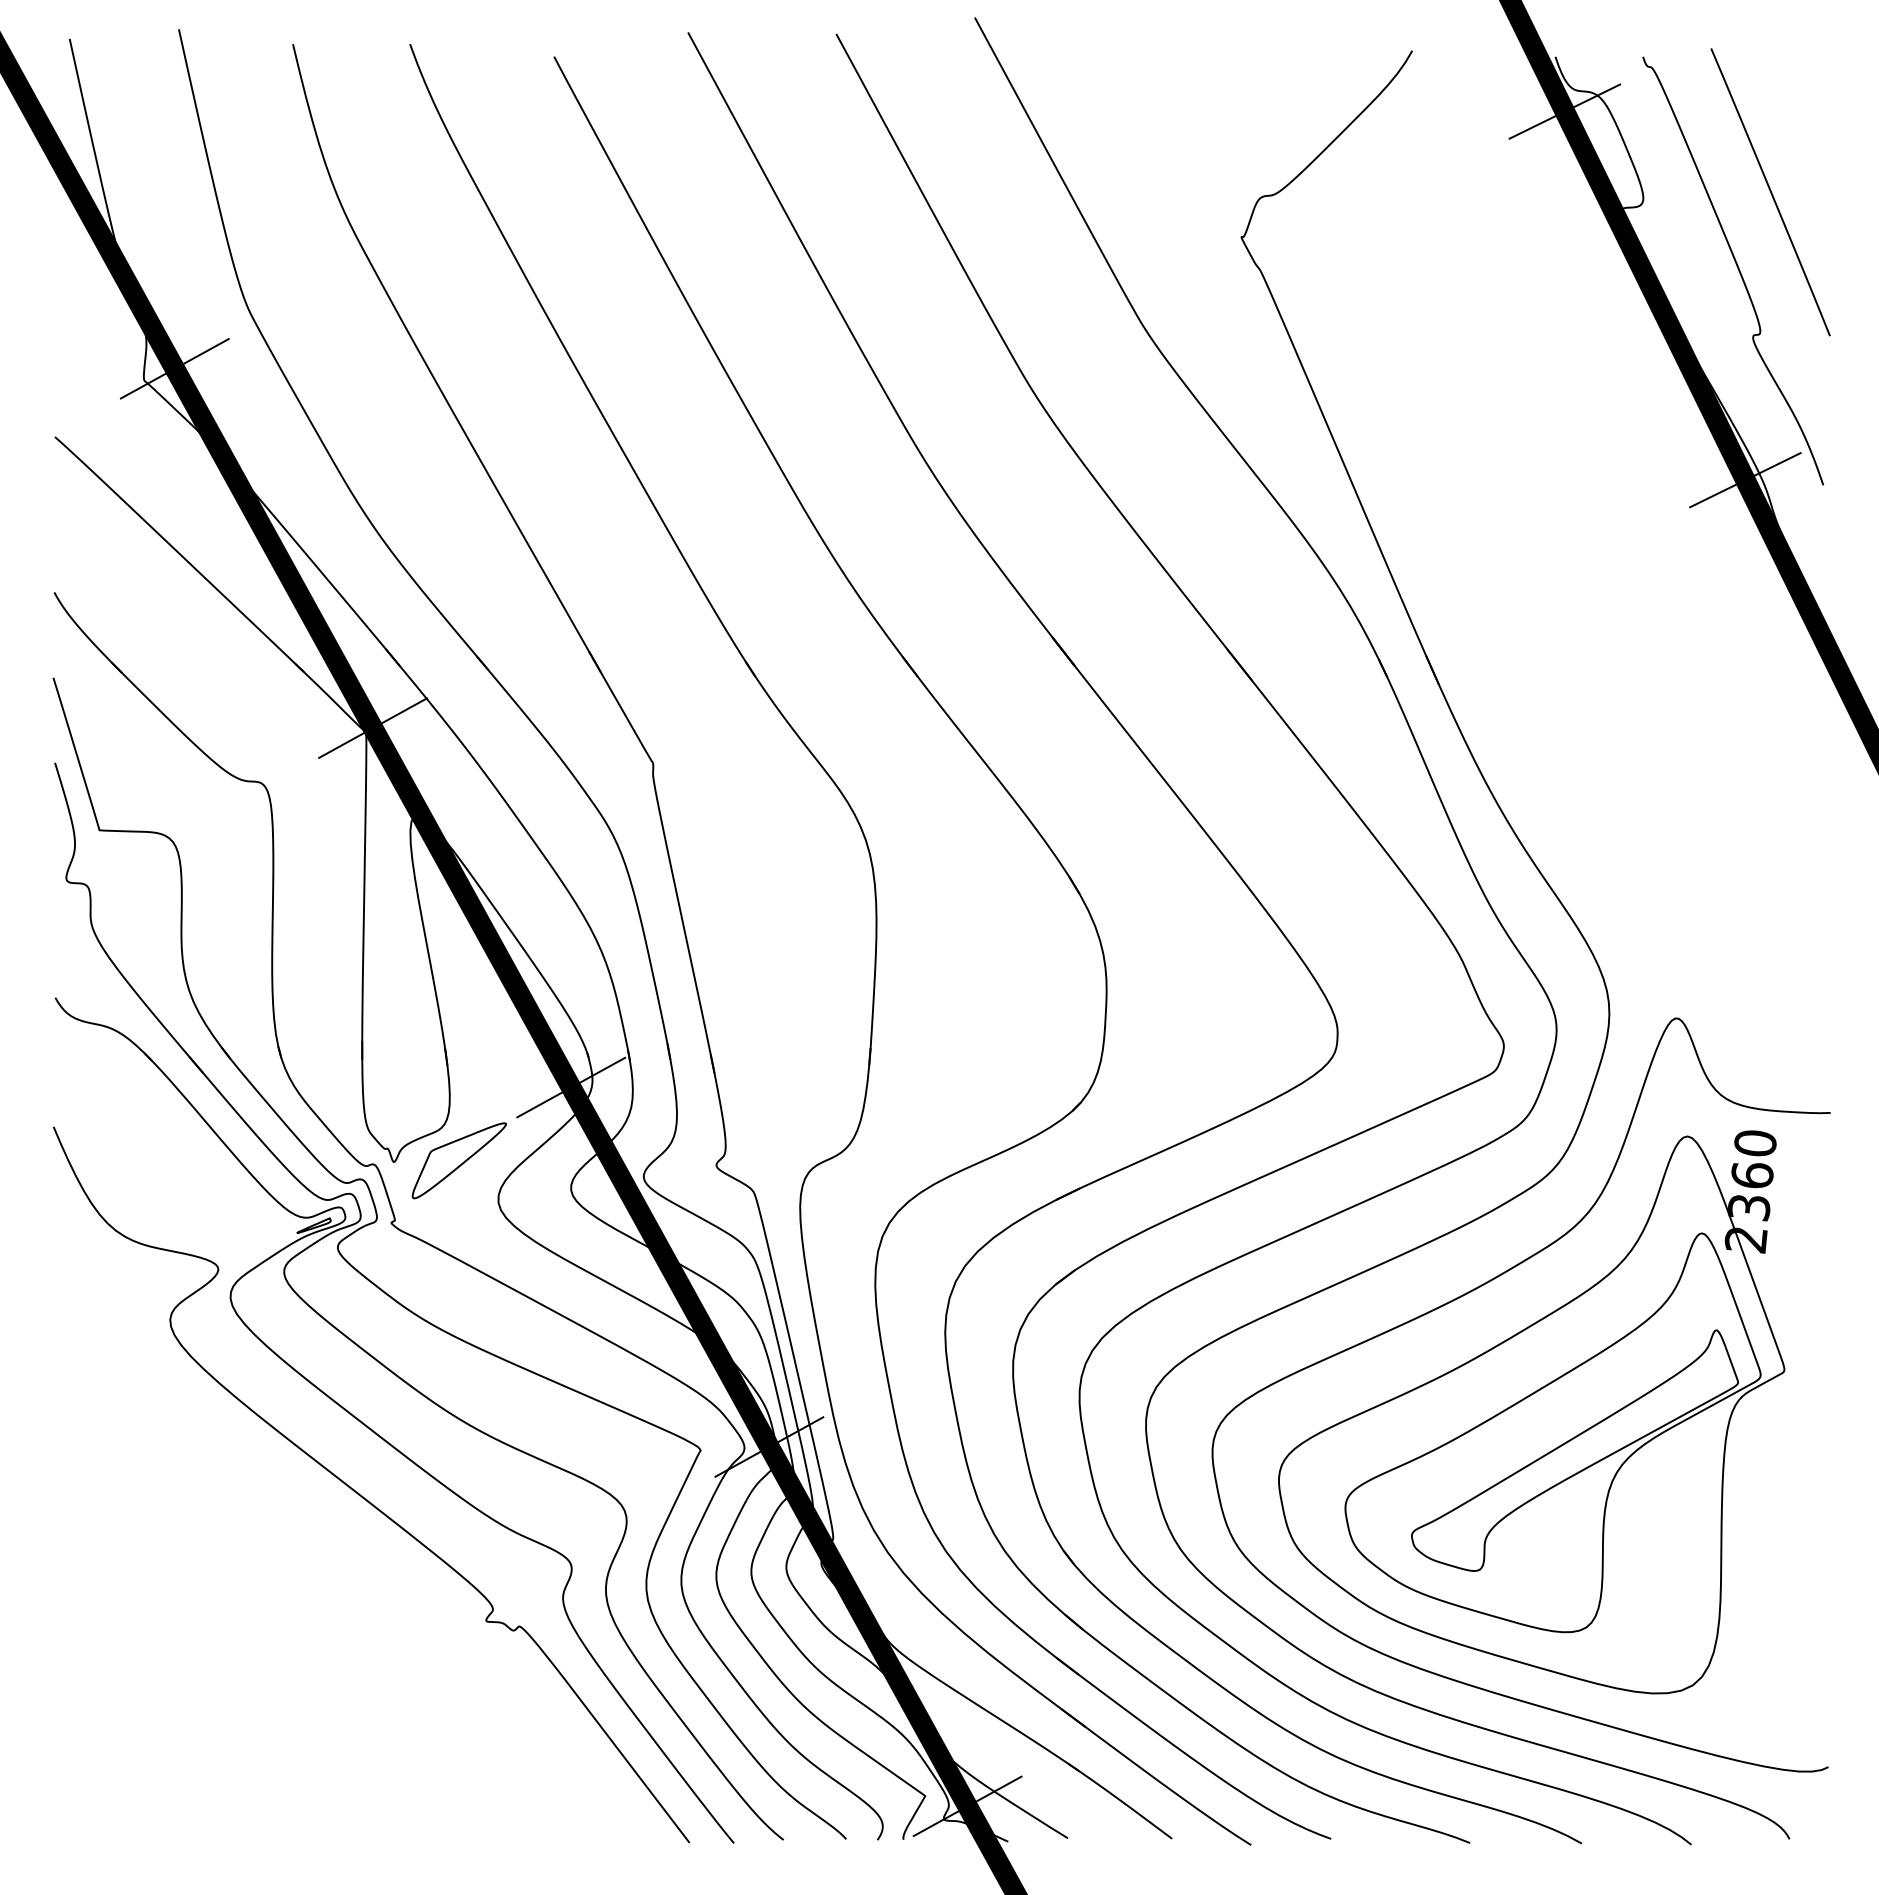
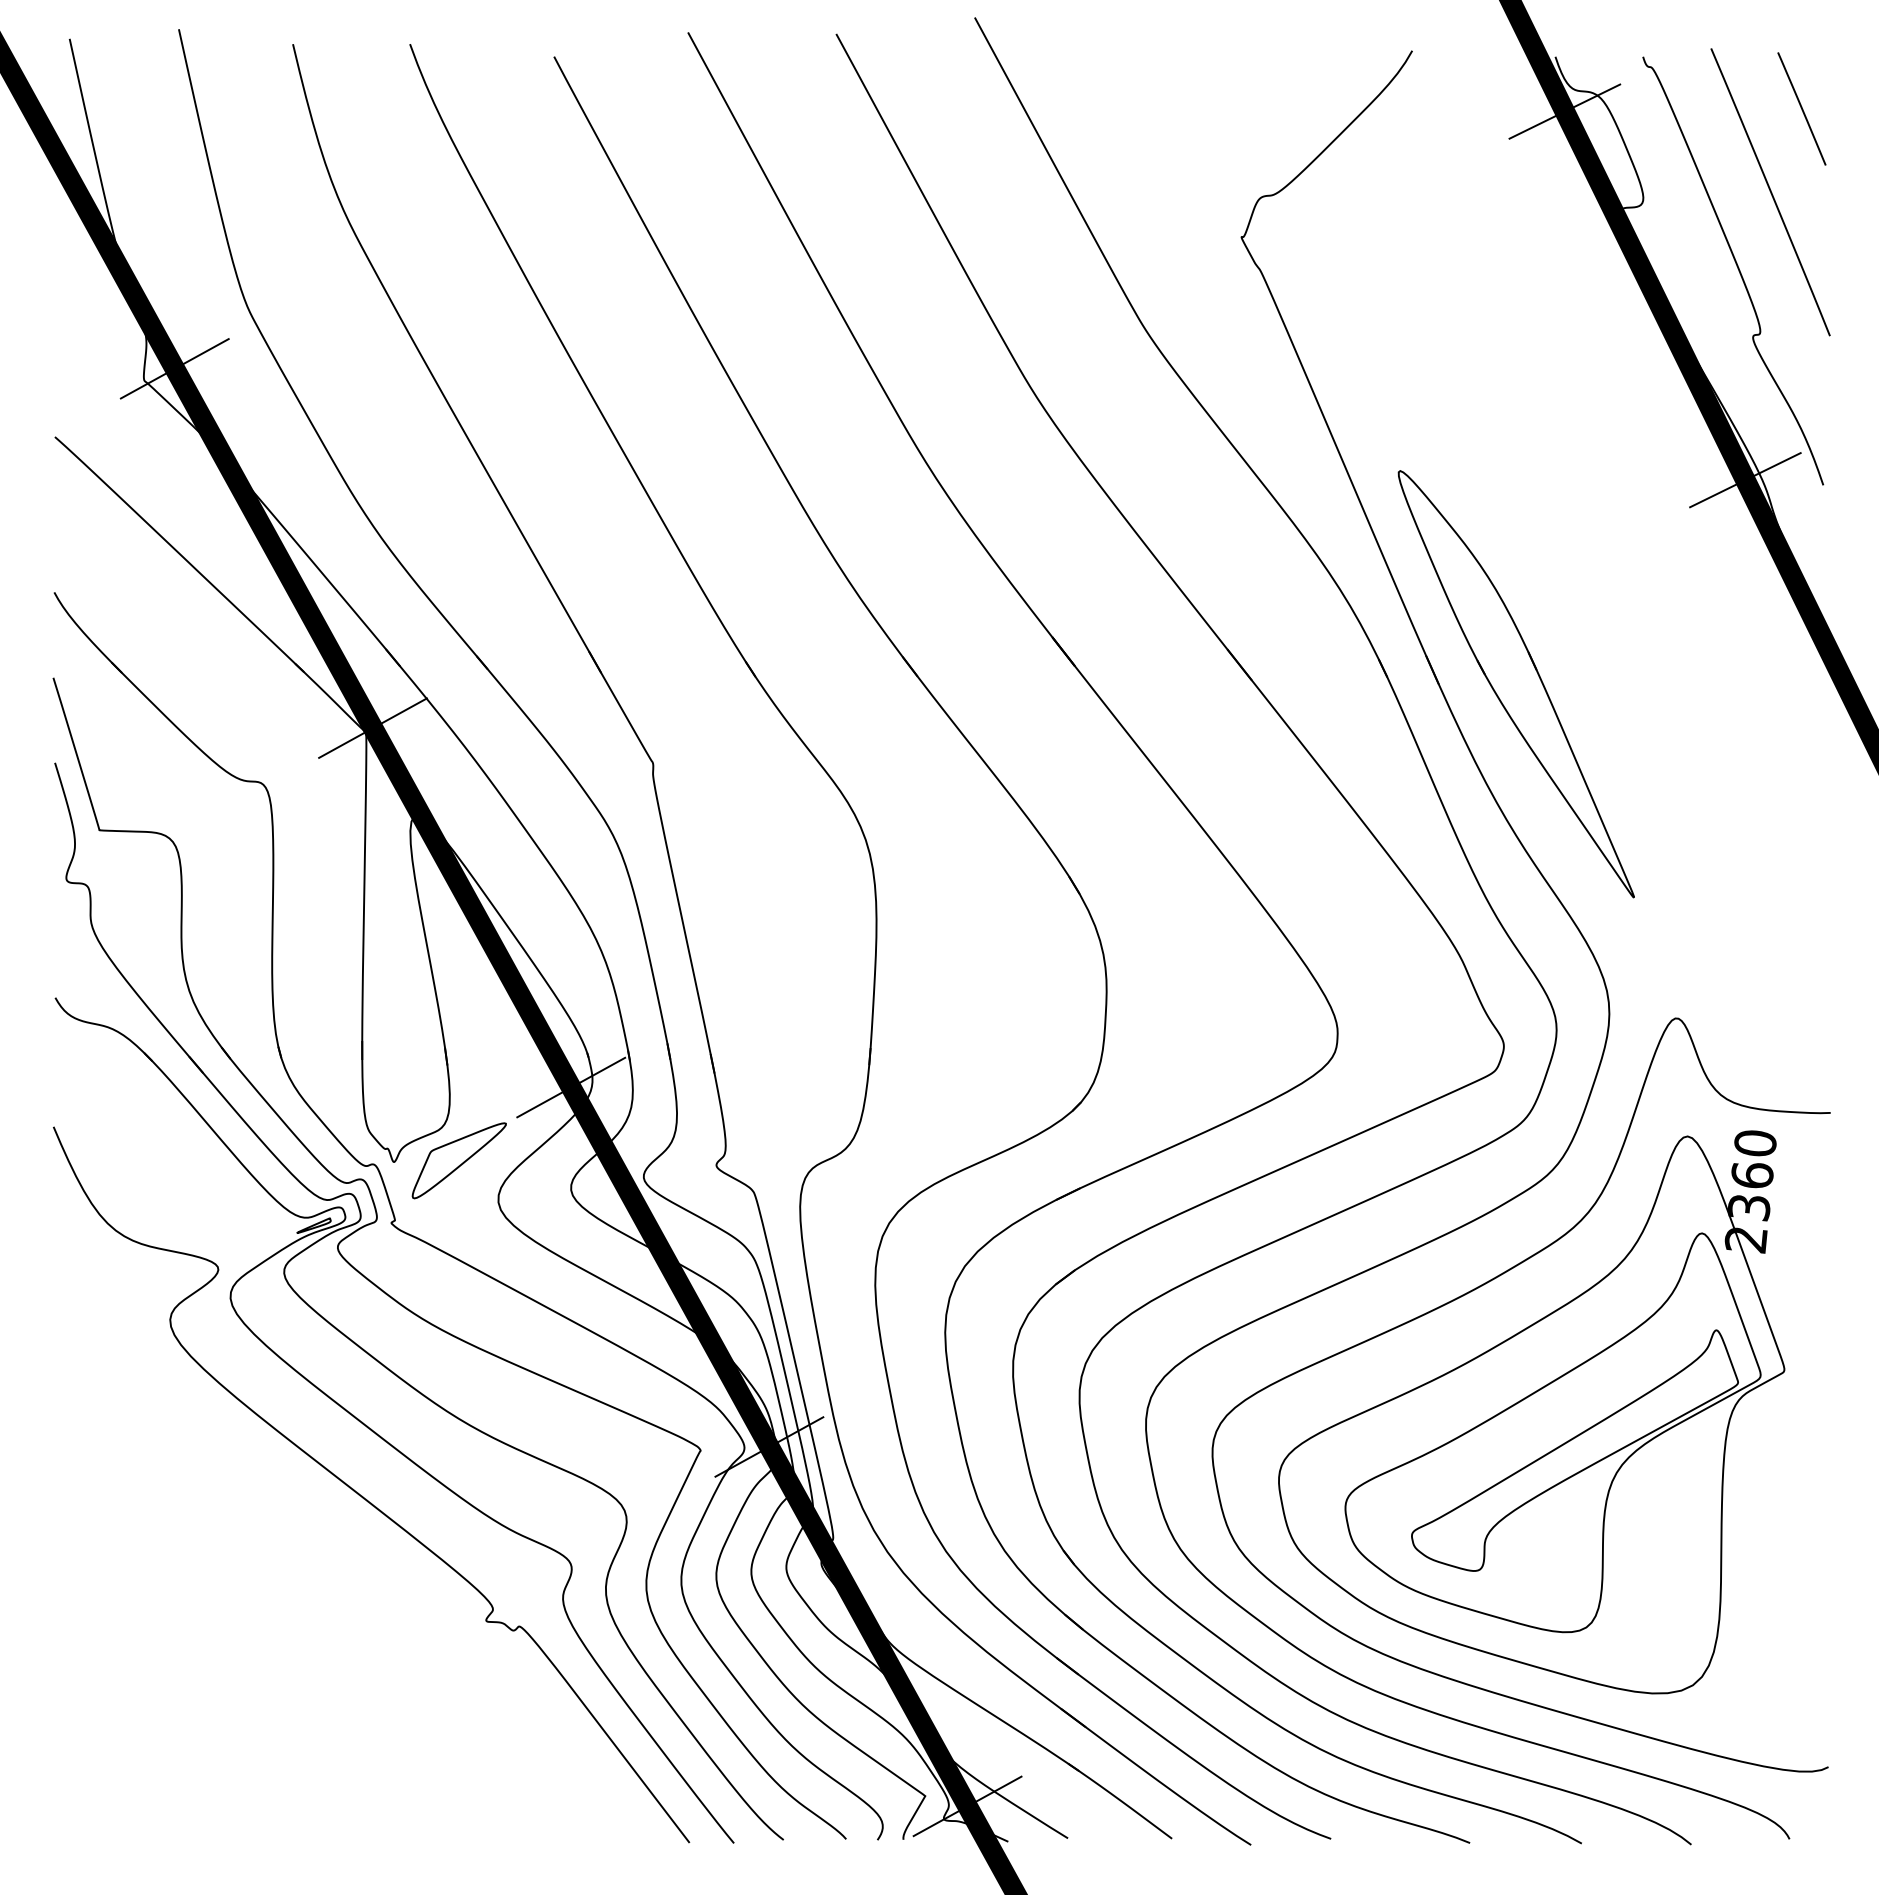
line at (1801, 108): none -> present
part at (1515, 684): none -> present
